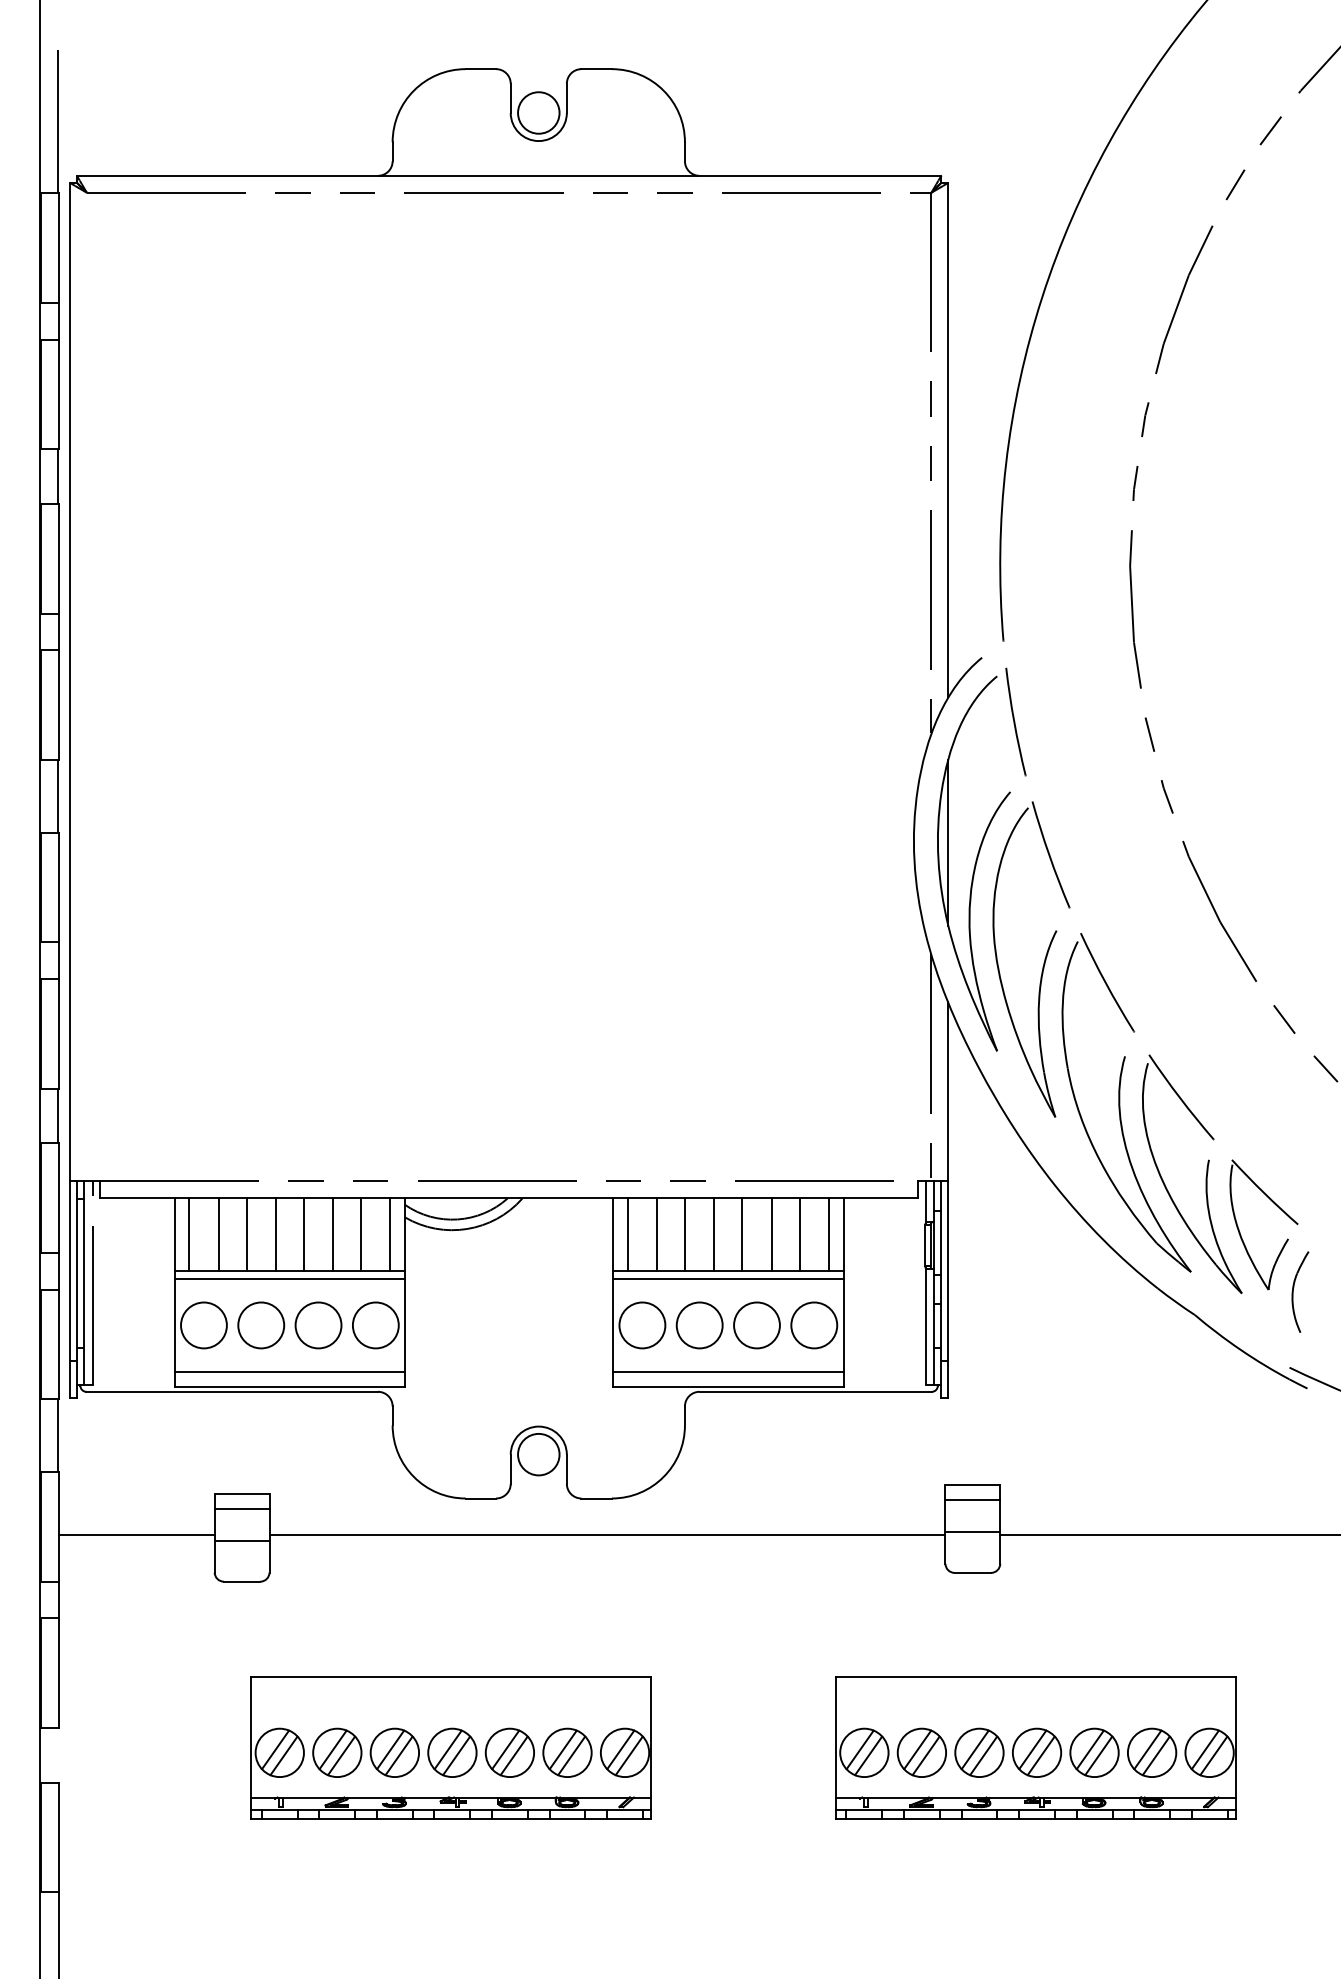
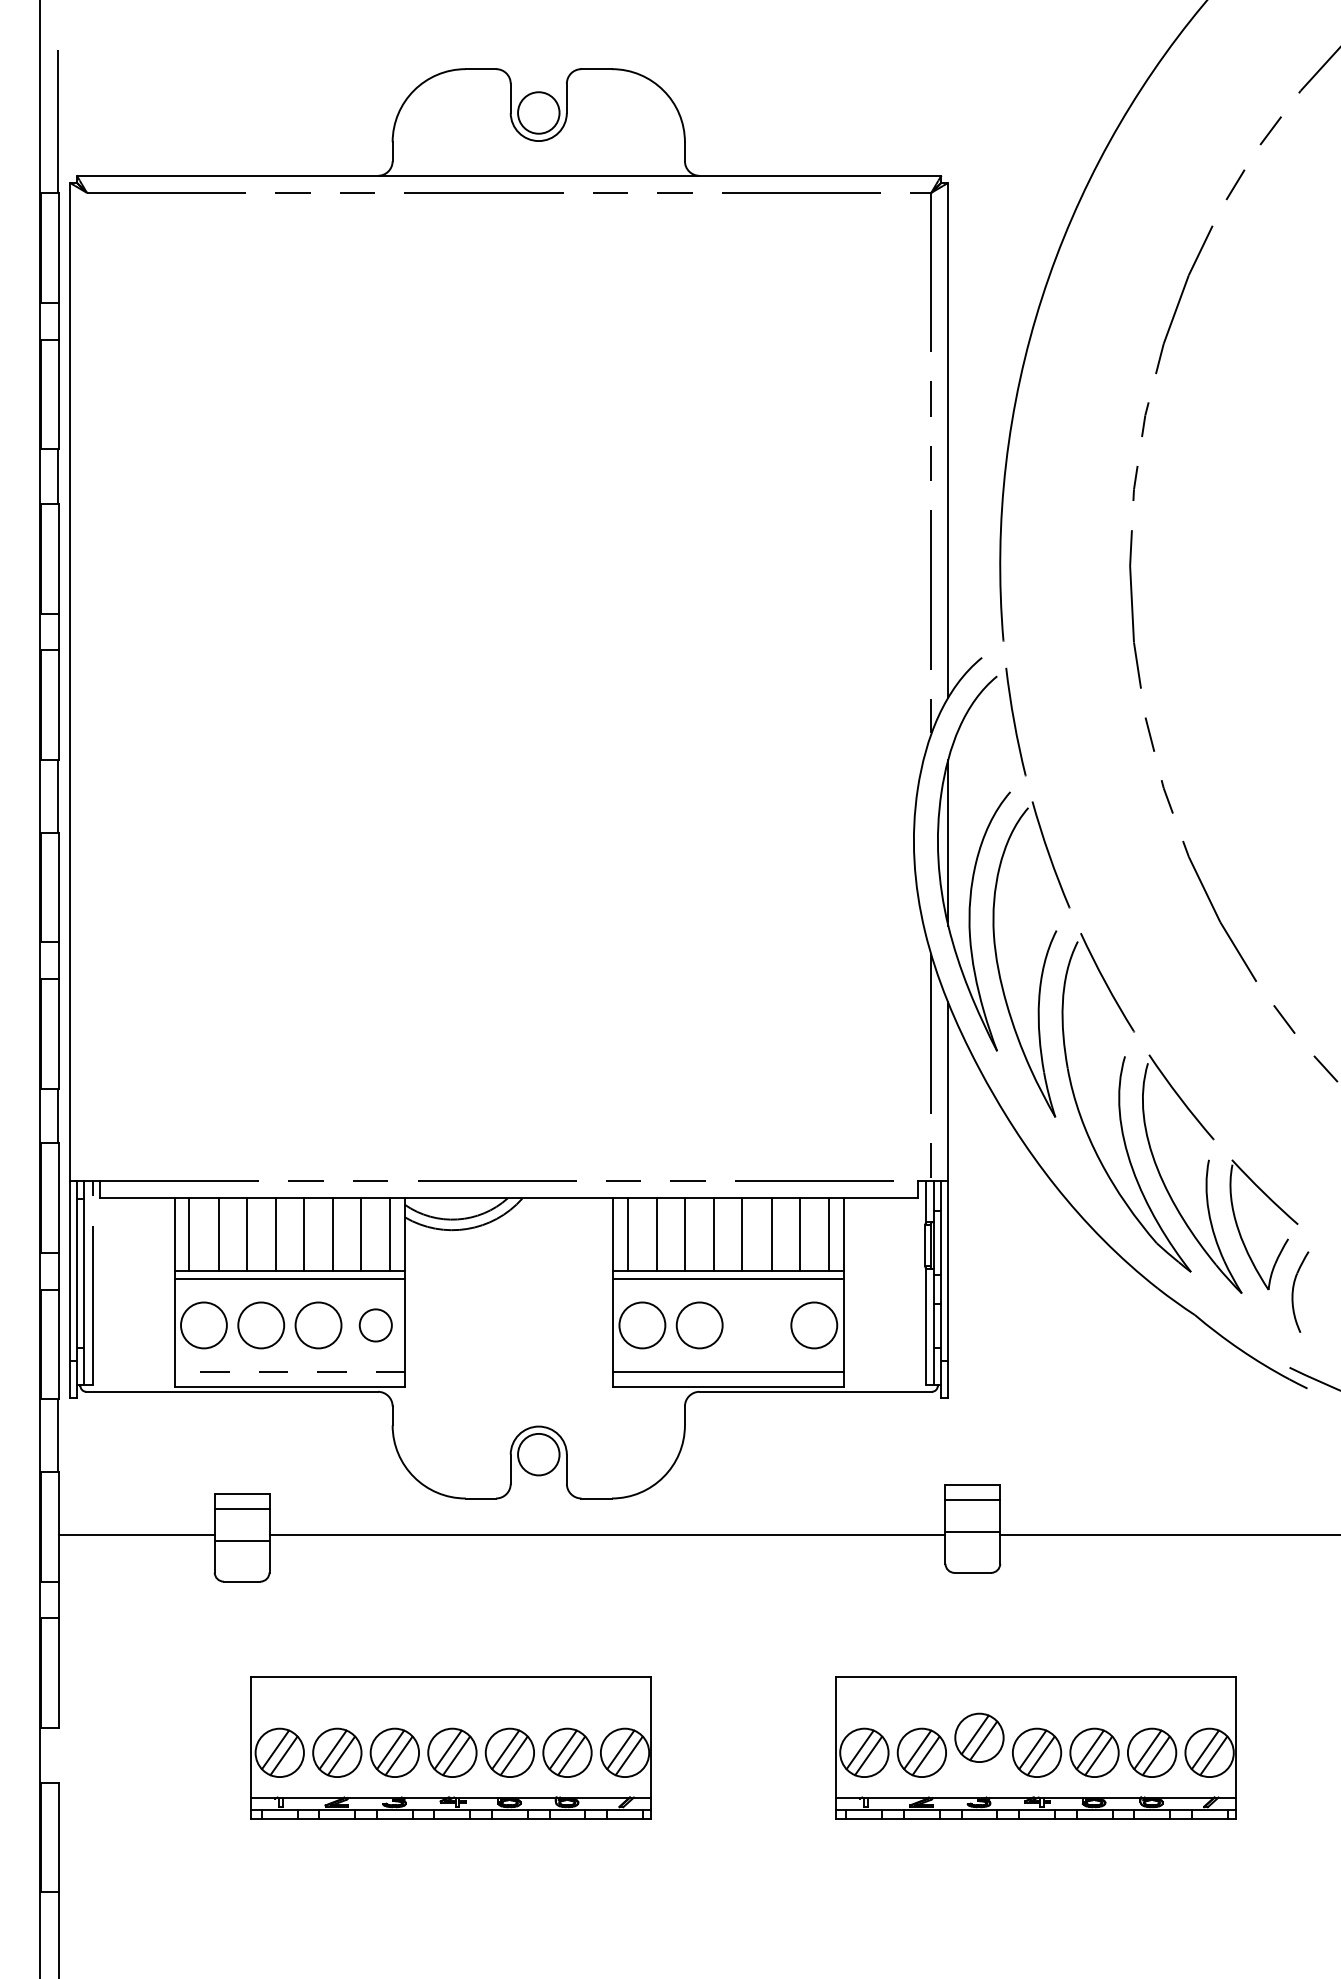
circle at (375, 1325) diameter: 46 px -> 32 px
circle at (756, 1325): present -> none
line at (289, 1372): solid -> dashed
part at (979, 1752) position: (979, 1752) -> (979, 1737)
